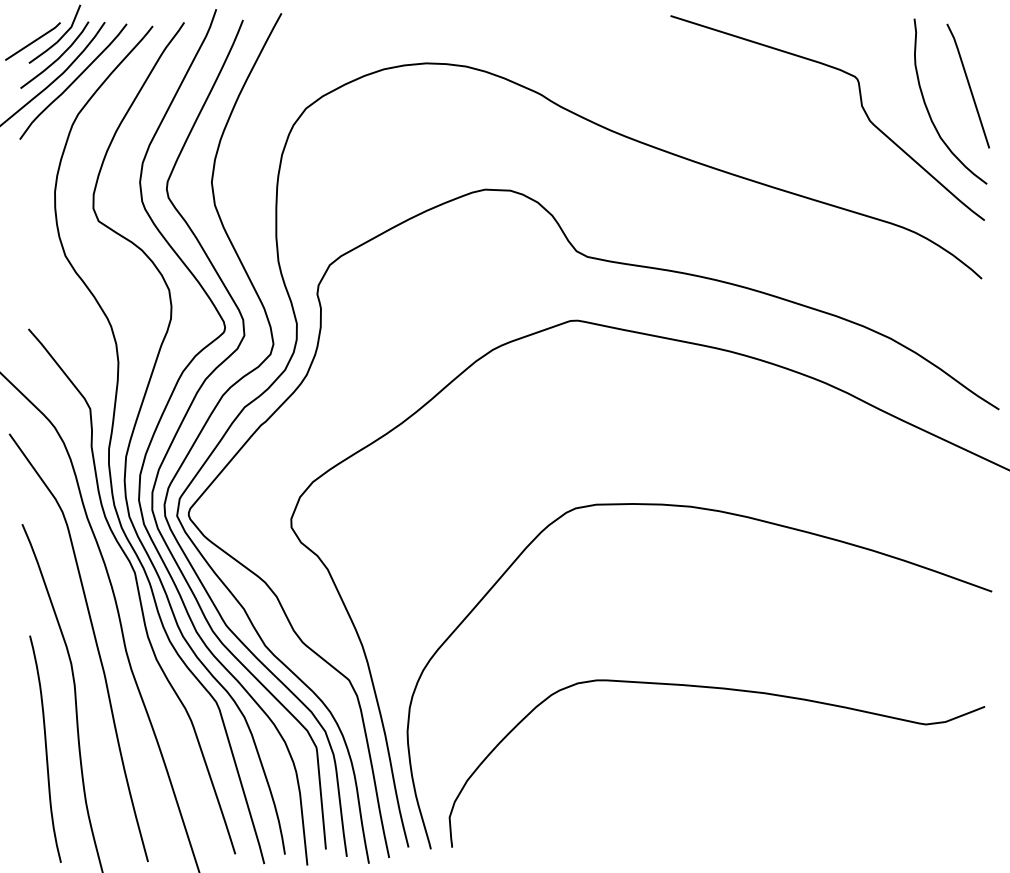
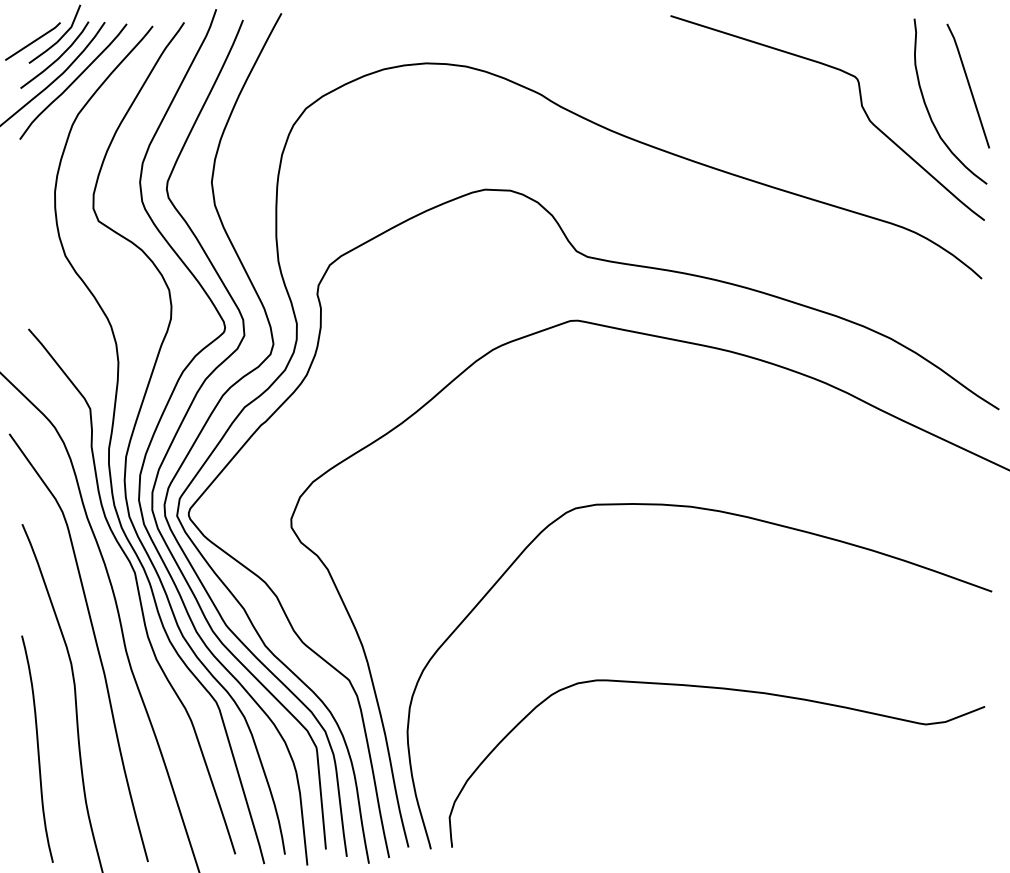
curve at (45, 748) position: (45, 748) -> (37, 748)
